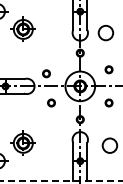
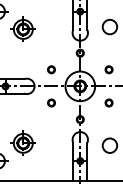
circle at (105, 33) position: (105, 33) -> (109, 27)
part at (46, 73) position: (46, 73) -> (51, 69)
line at (61, 180): dashed -> solid
